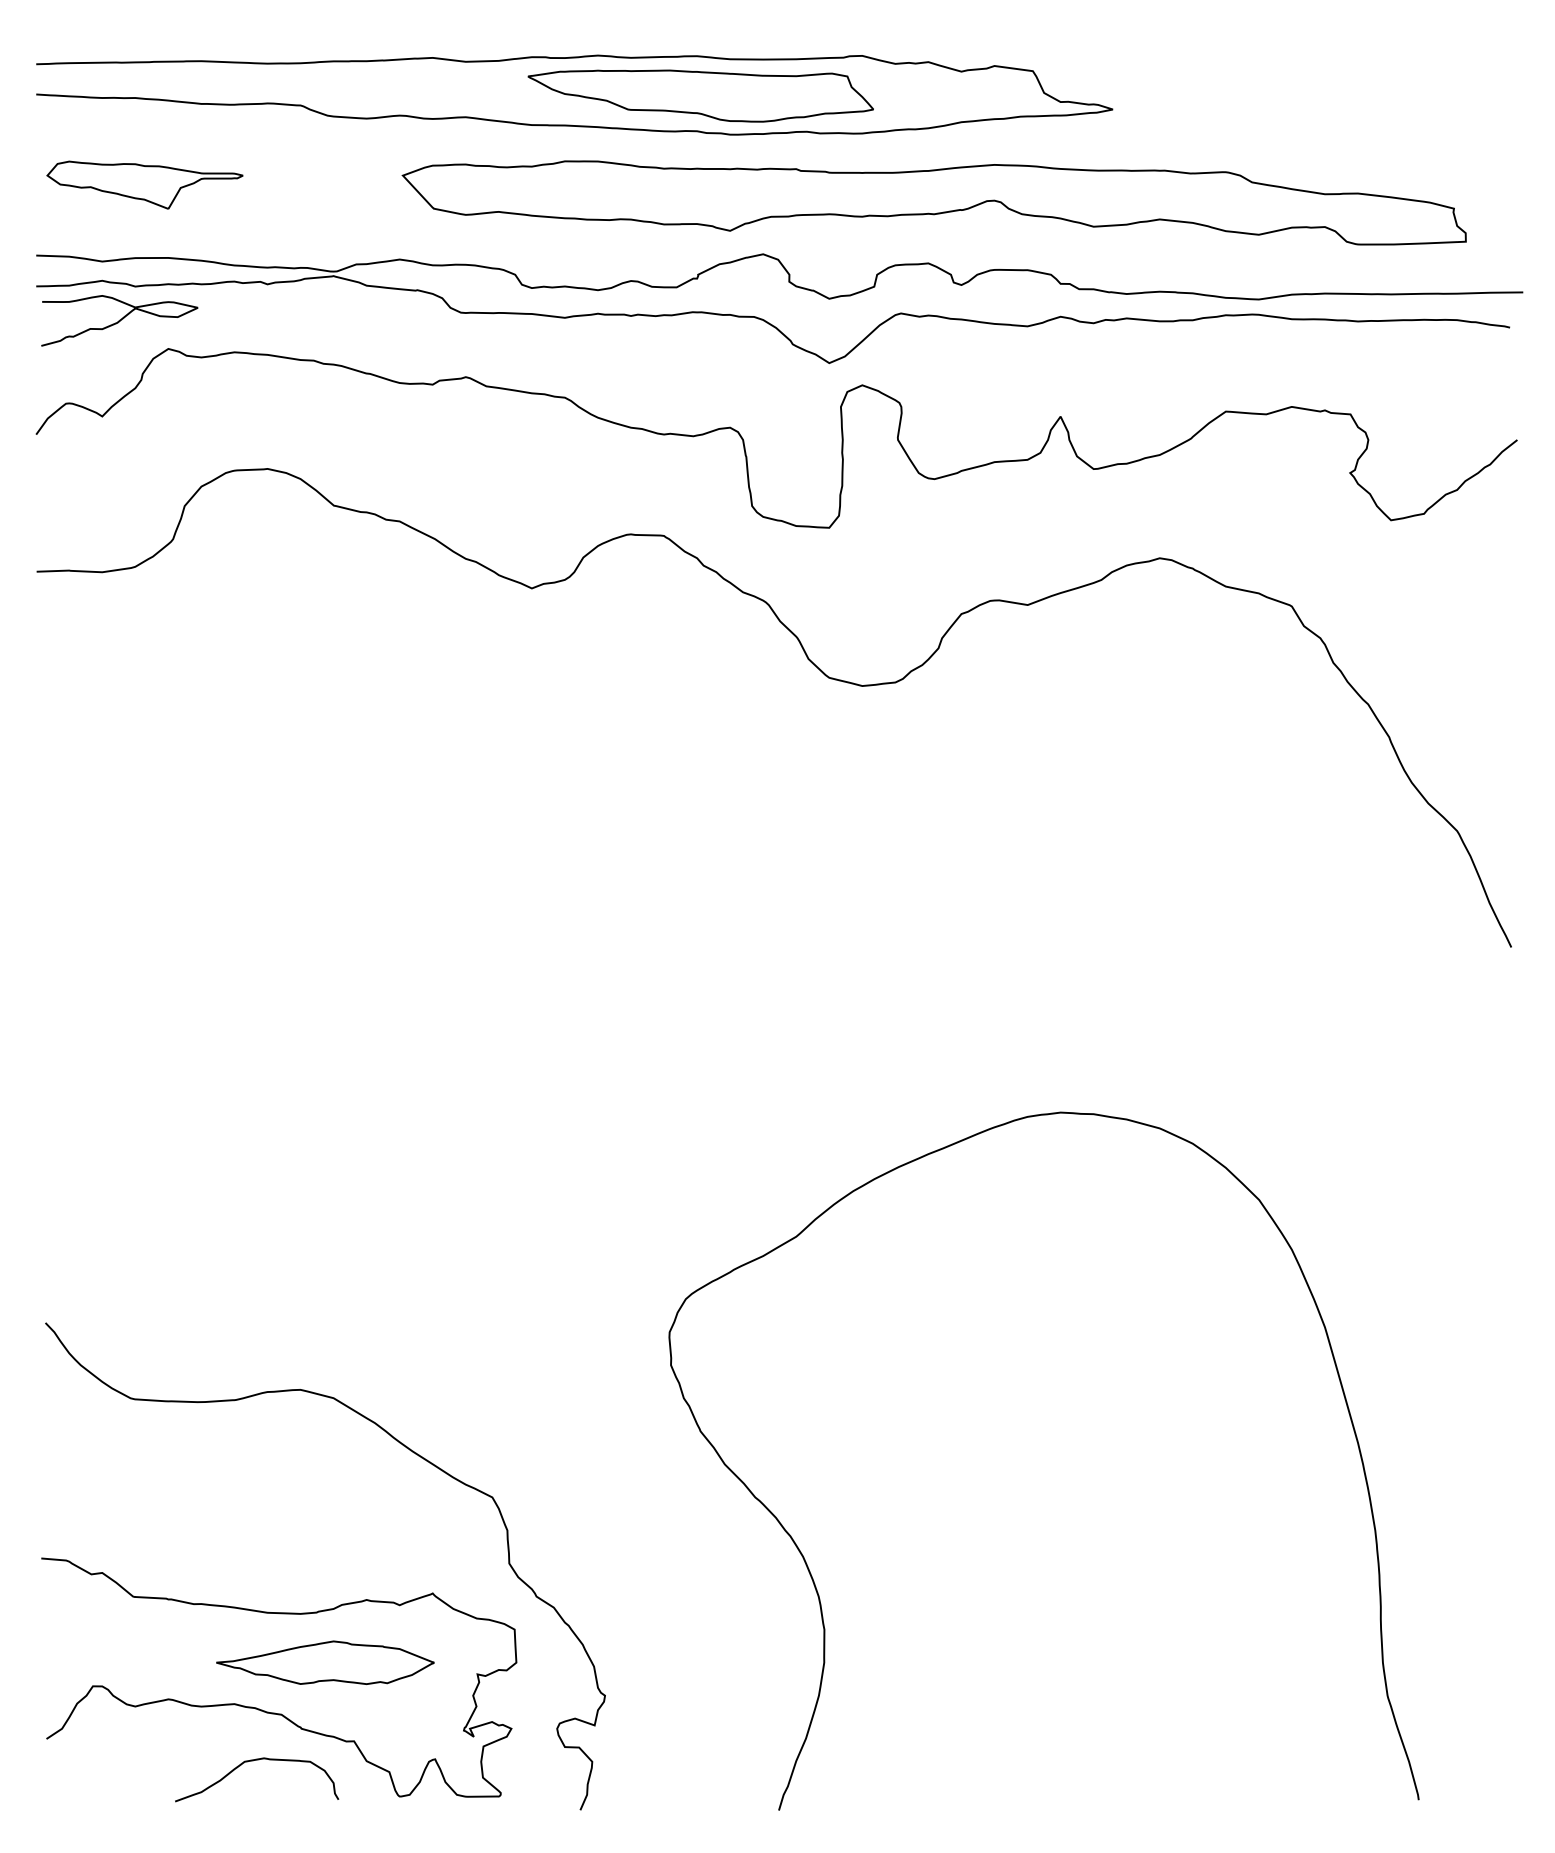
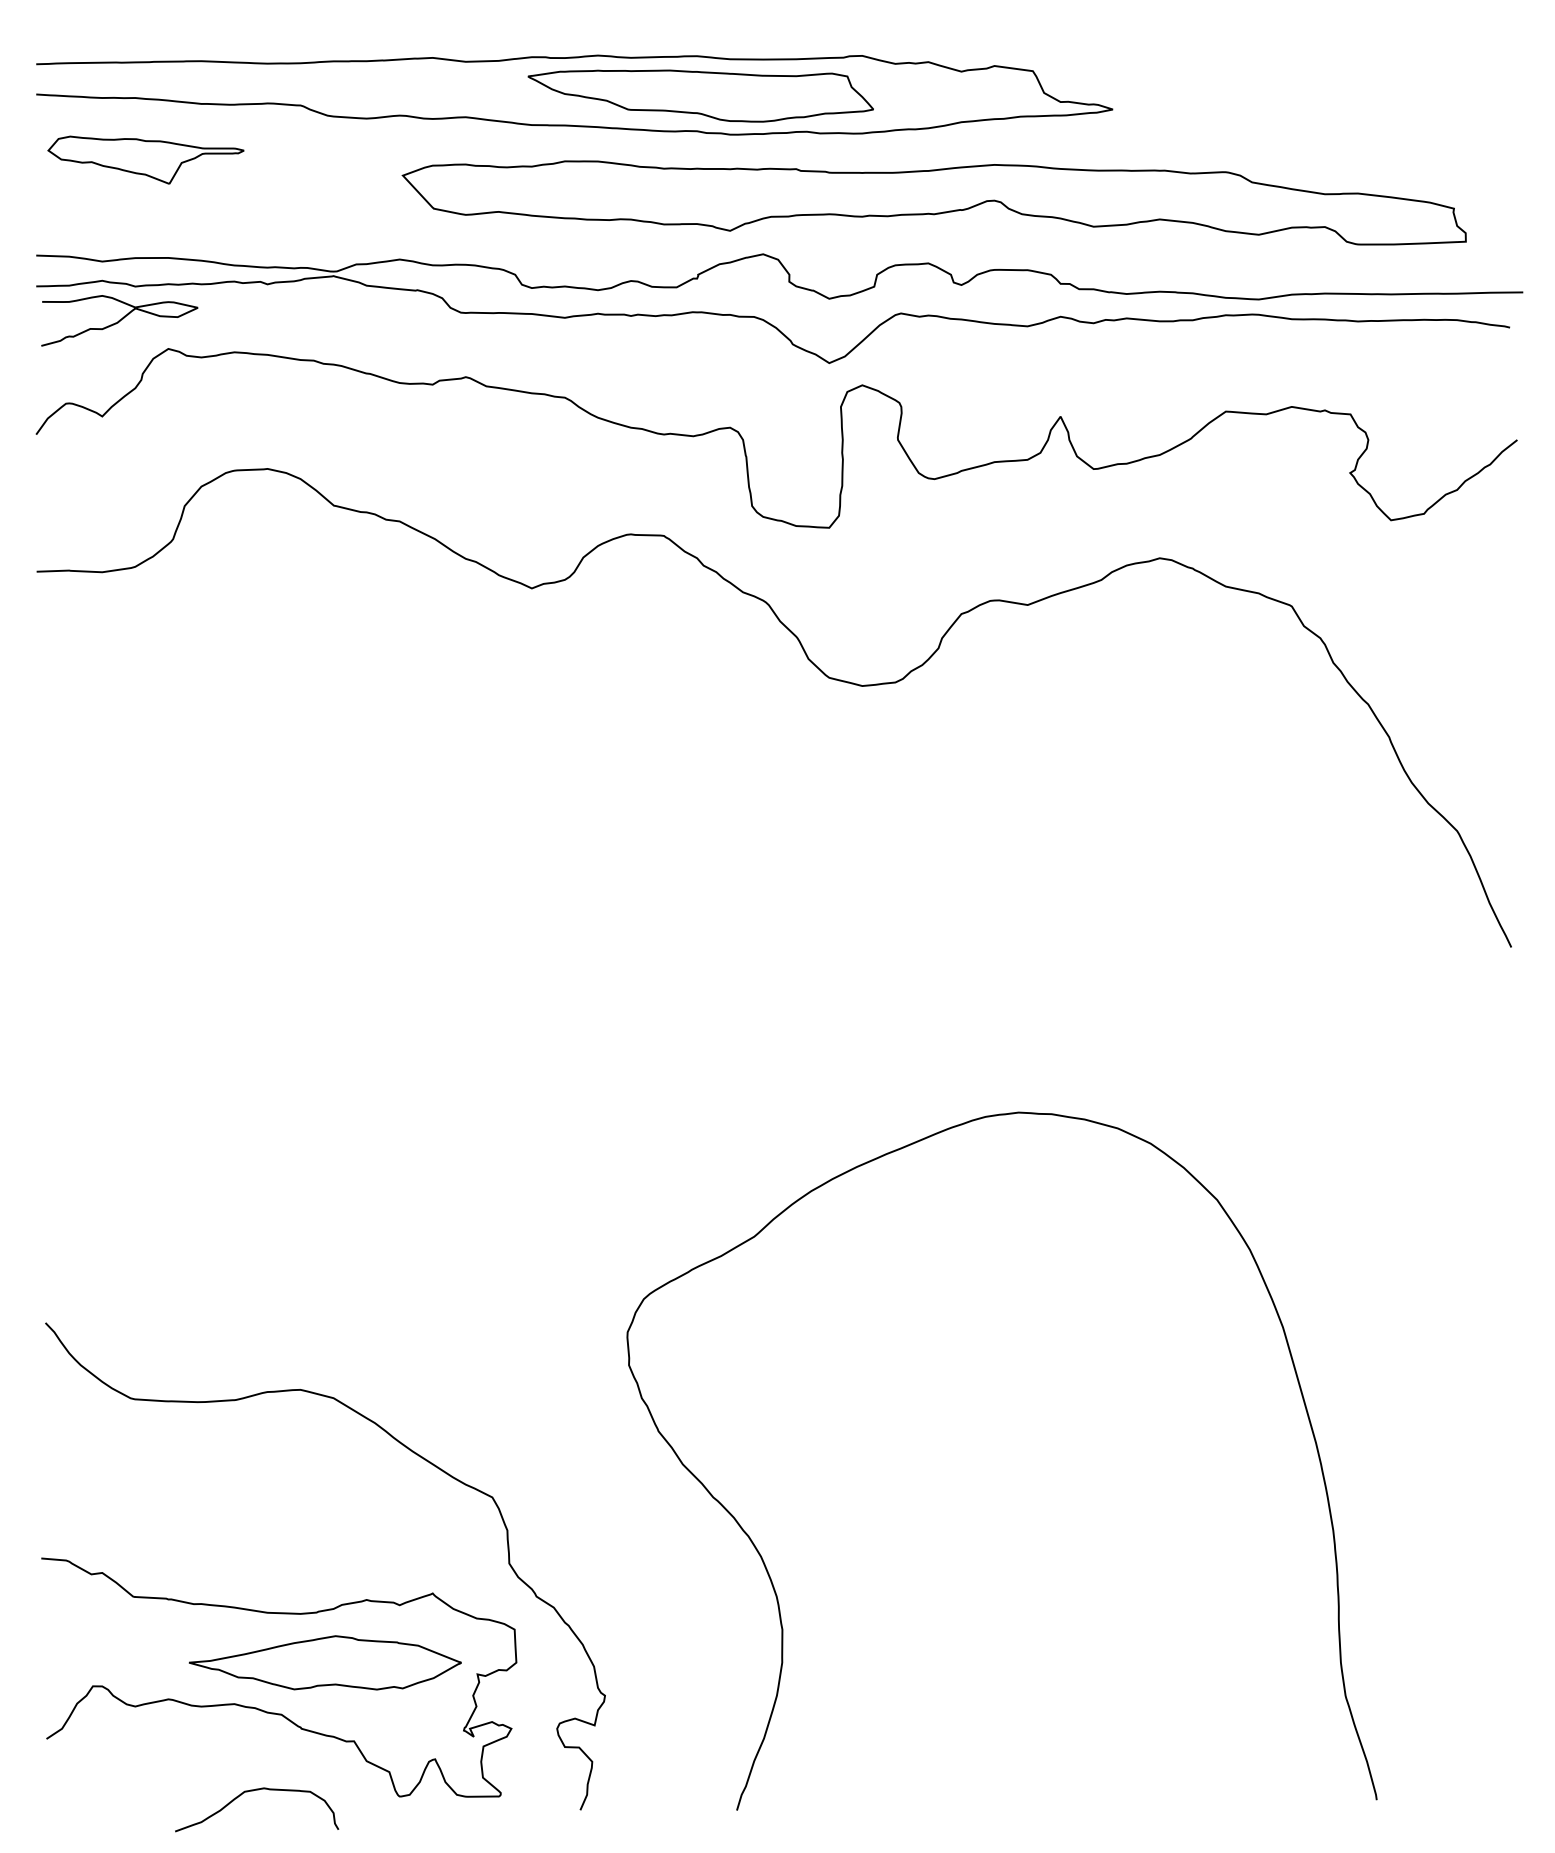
part at (144, 184) position: (144, 184) -> (145, 159)
curve at (806, 1561) position: (806, 1561) -> (764, 1561)
part at (325, 1662) size: 219x45 px -> 274x56 px
curve at (253, 1761) position: (253, 1761) -> (253, 1791)
